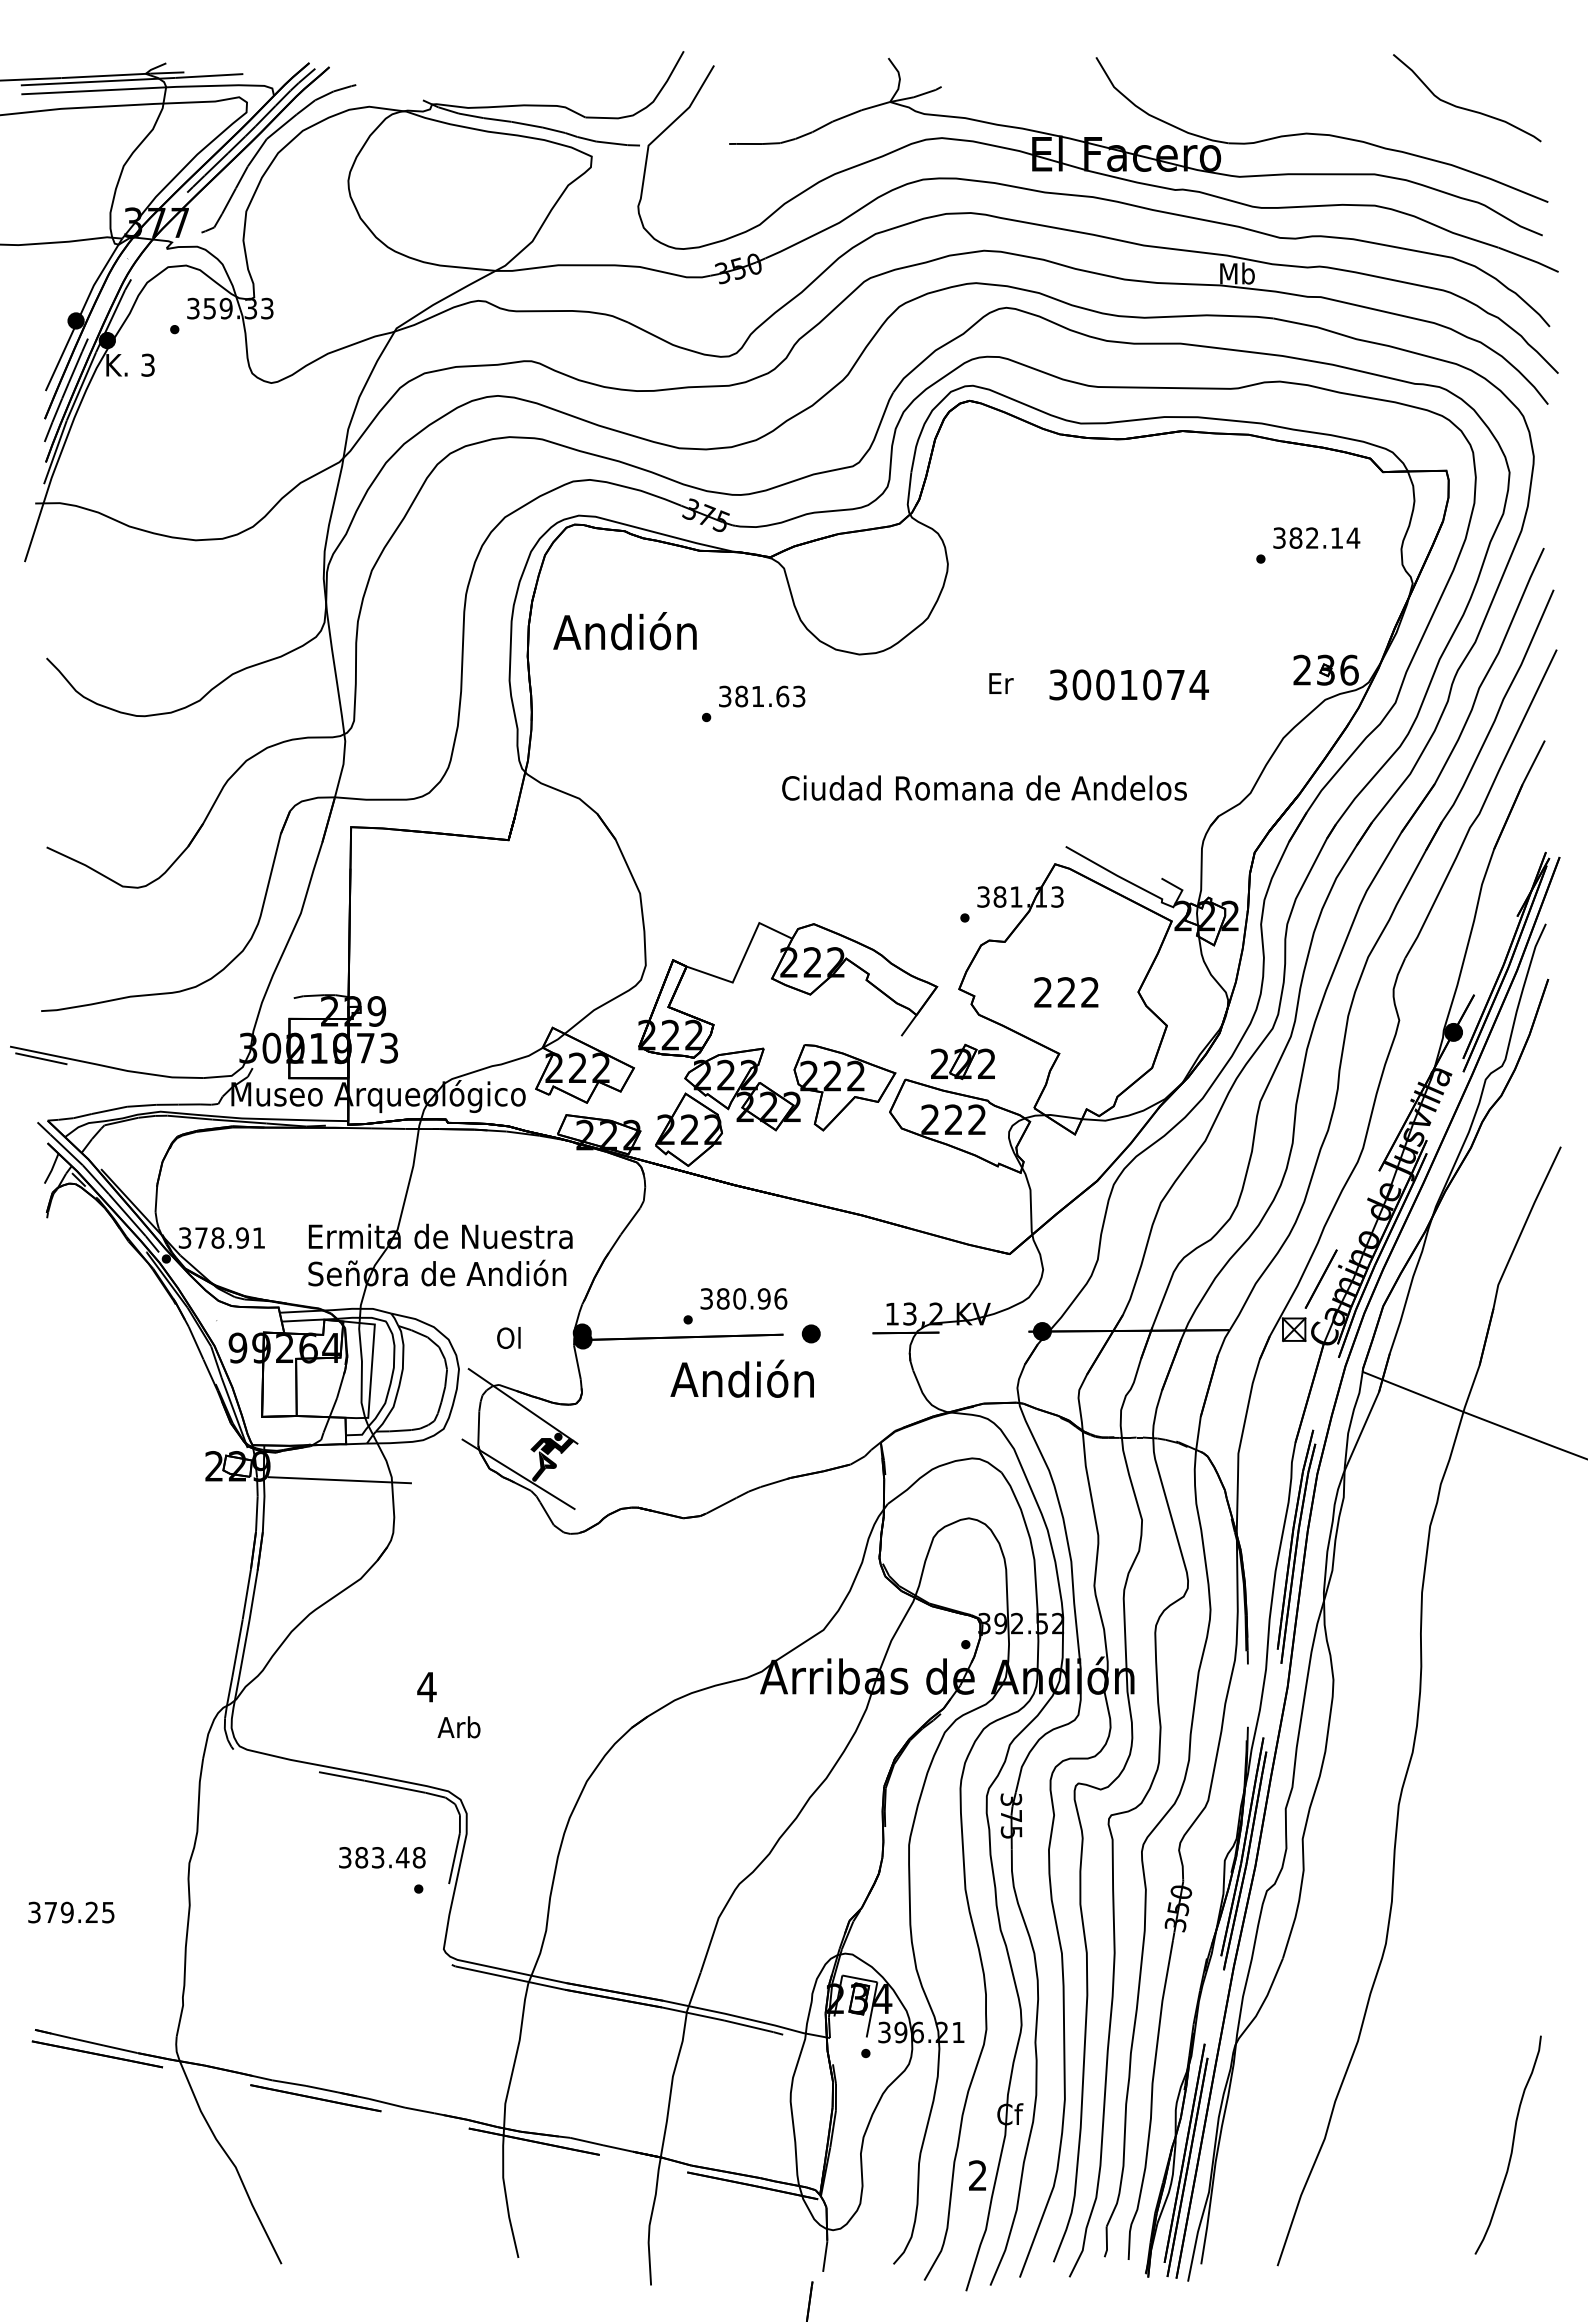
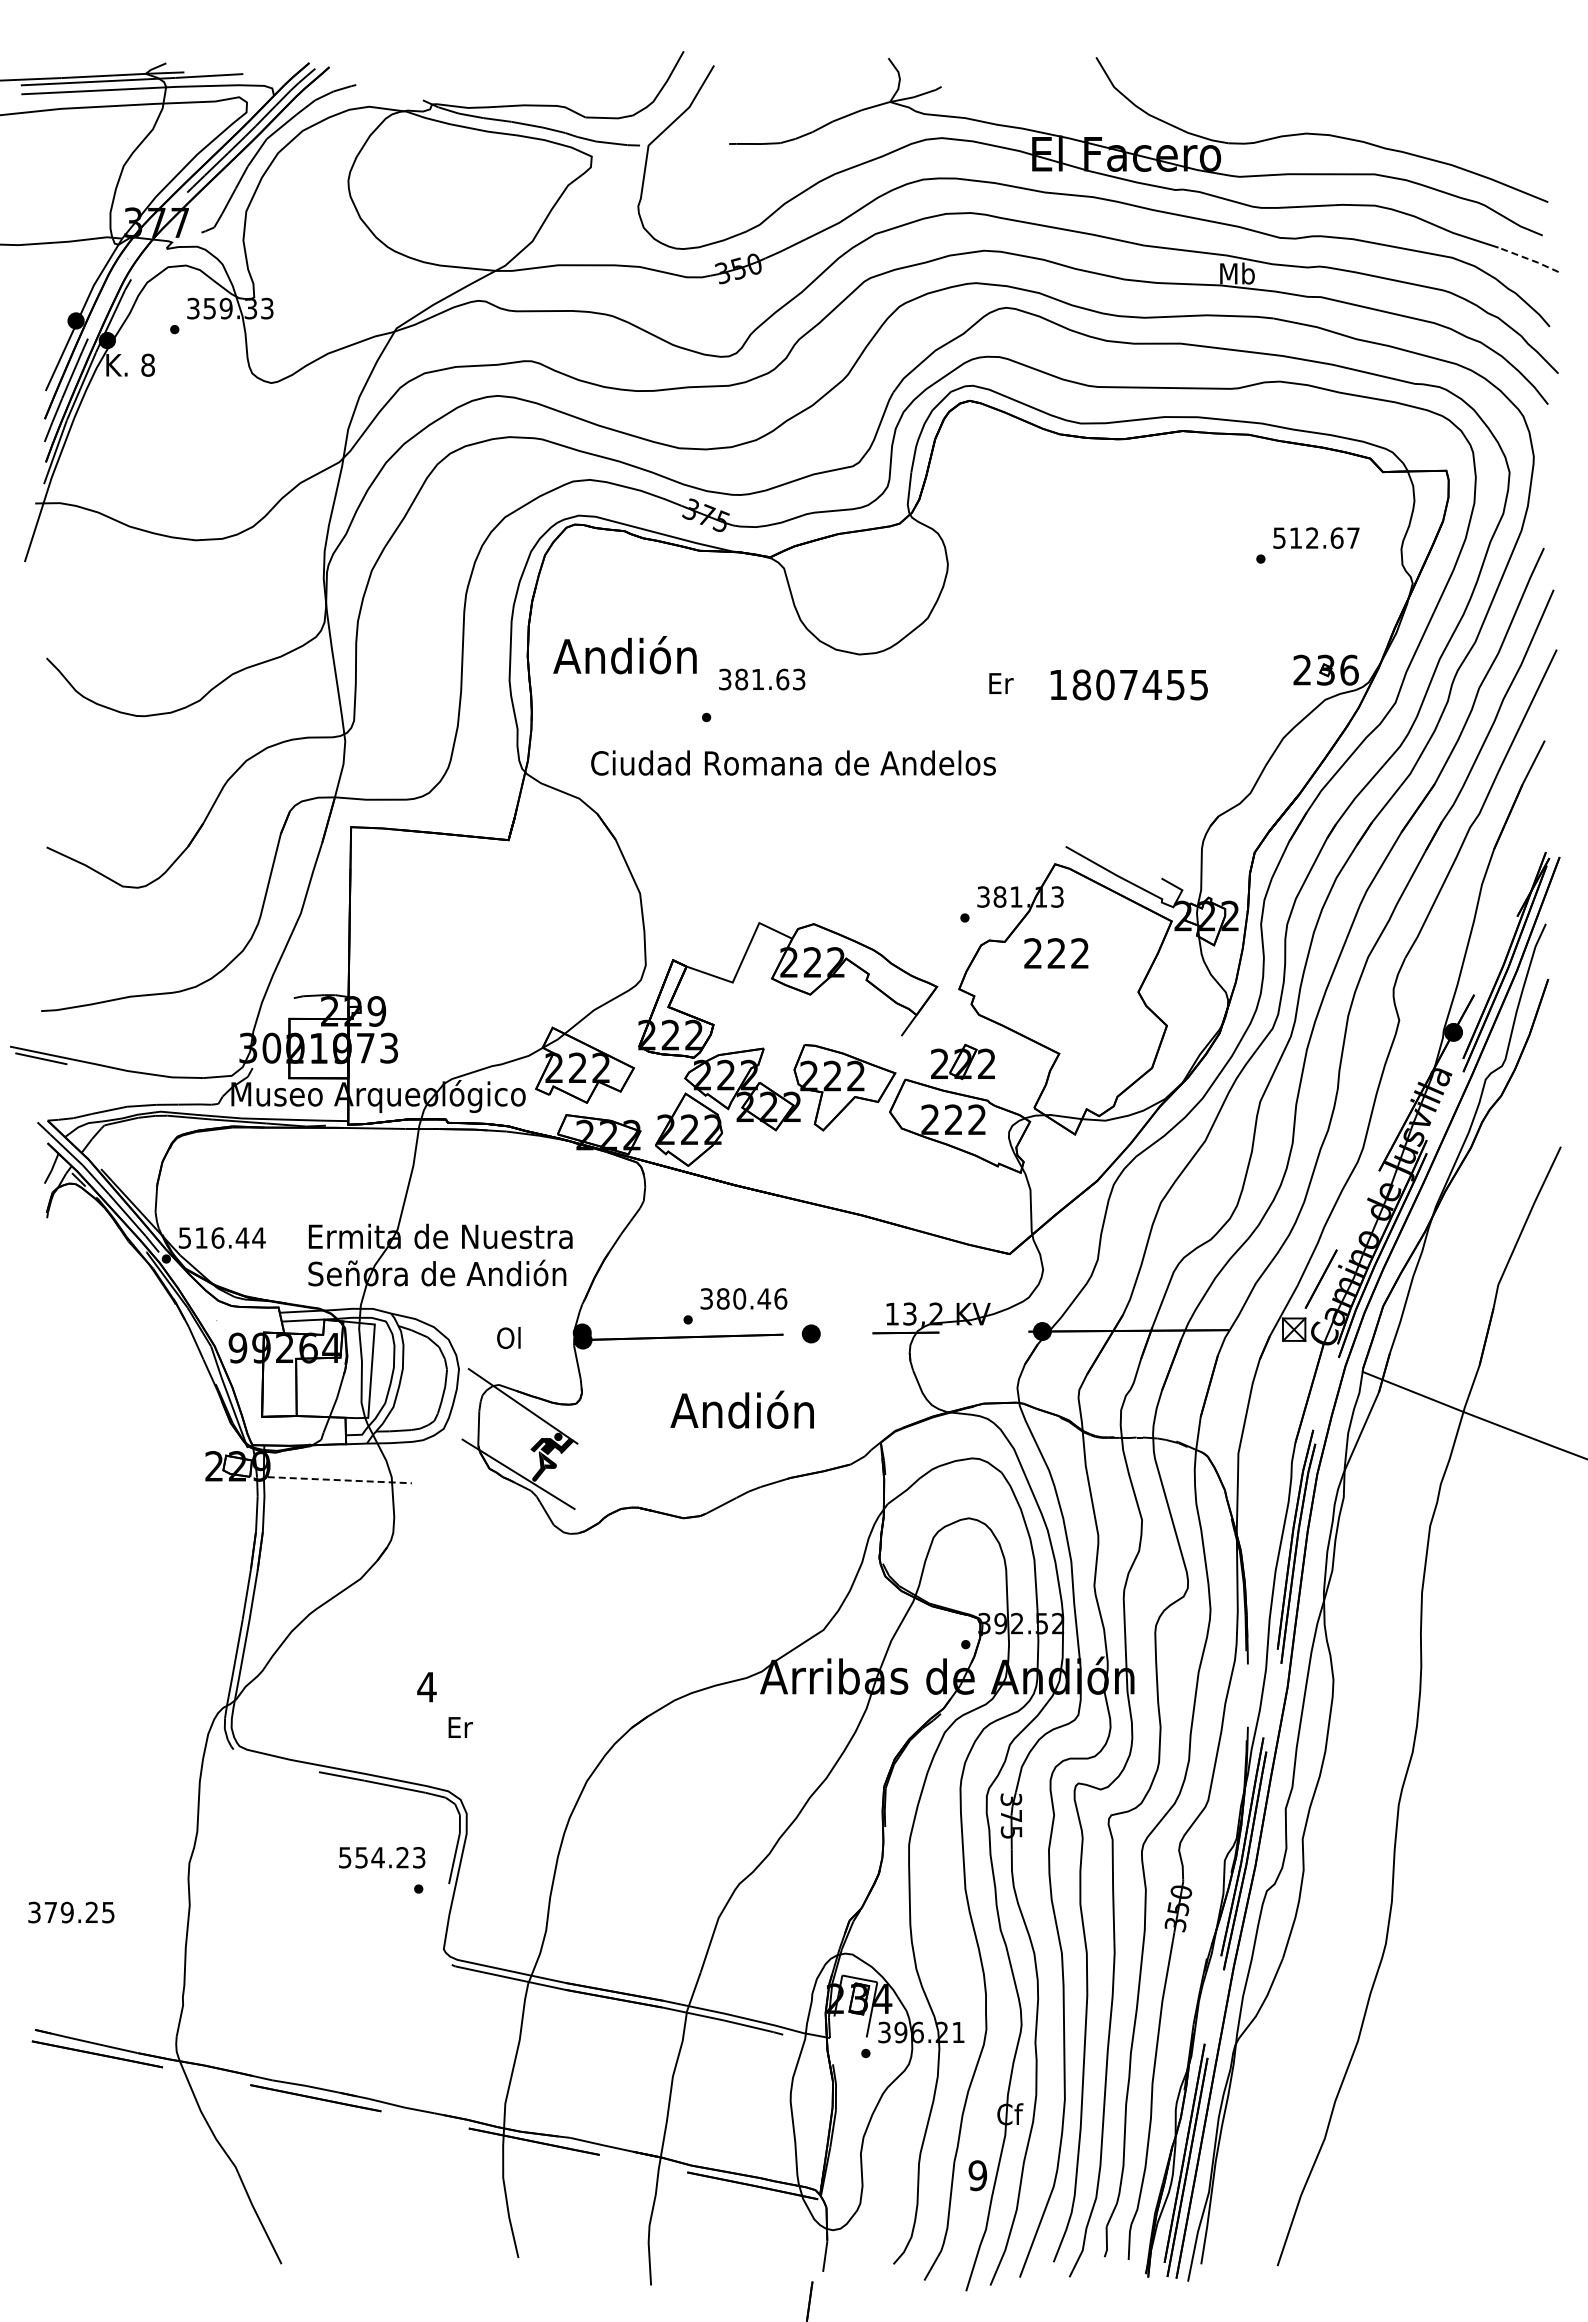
curve at (1464, 107): present -> none
line at (1528, 259): solid -> dashed
text at (148, 364): 3 -> 8
text at (1317, 537): 382.14 -> 512.67
text at (624, 631) position: (624, 631) -> (624, 655)
text at (1128, 684): 3001074 -> 1807455
text at (762, 696) position: (762, 696) -> (762, 679)
text at (984, 787) position: (984, 787) -> (793, 762)
text at (1066, 992) position: (1066, 992) -> (1056, 953)
text at (222, 1237): 378.91 -> 516.44
text at (764, 1298): 380.96 -> 380.46
text at (741, 1378) position: (741, 1378) -> (741, 1409)
line at (340, 1480): solid -> dashed
text at (458, 1727): Arb -> Er
text at (382, 1857): 383.48 -> 554.23
curve at (1511, 2145): present -> none
text at (977, 2175): 2 -> 9
